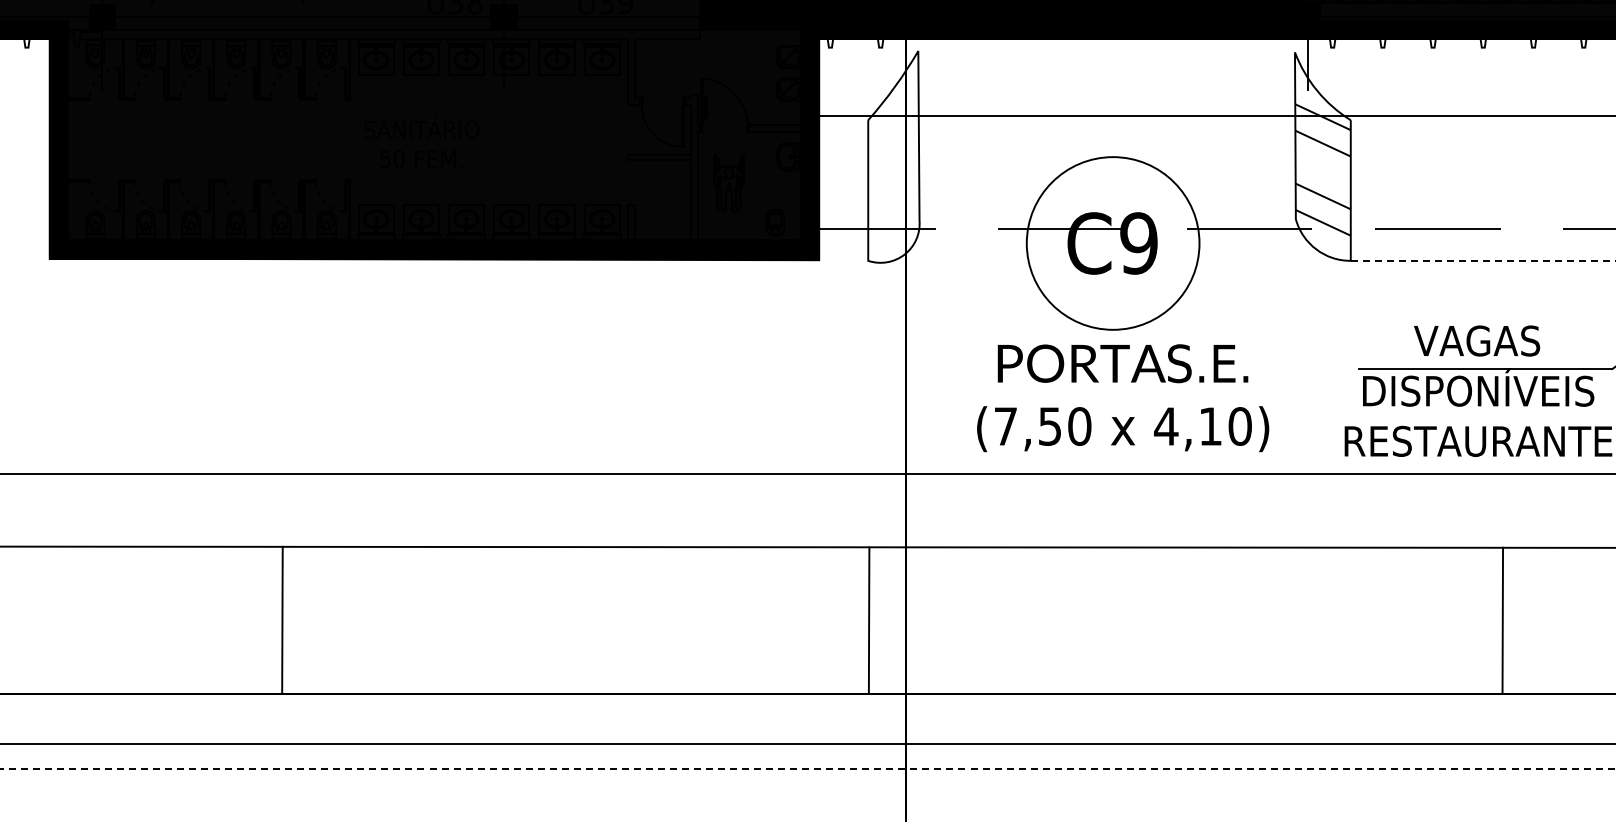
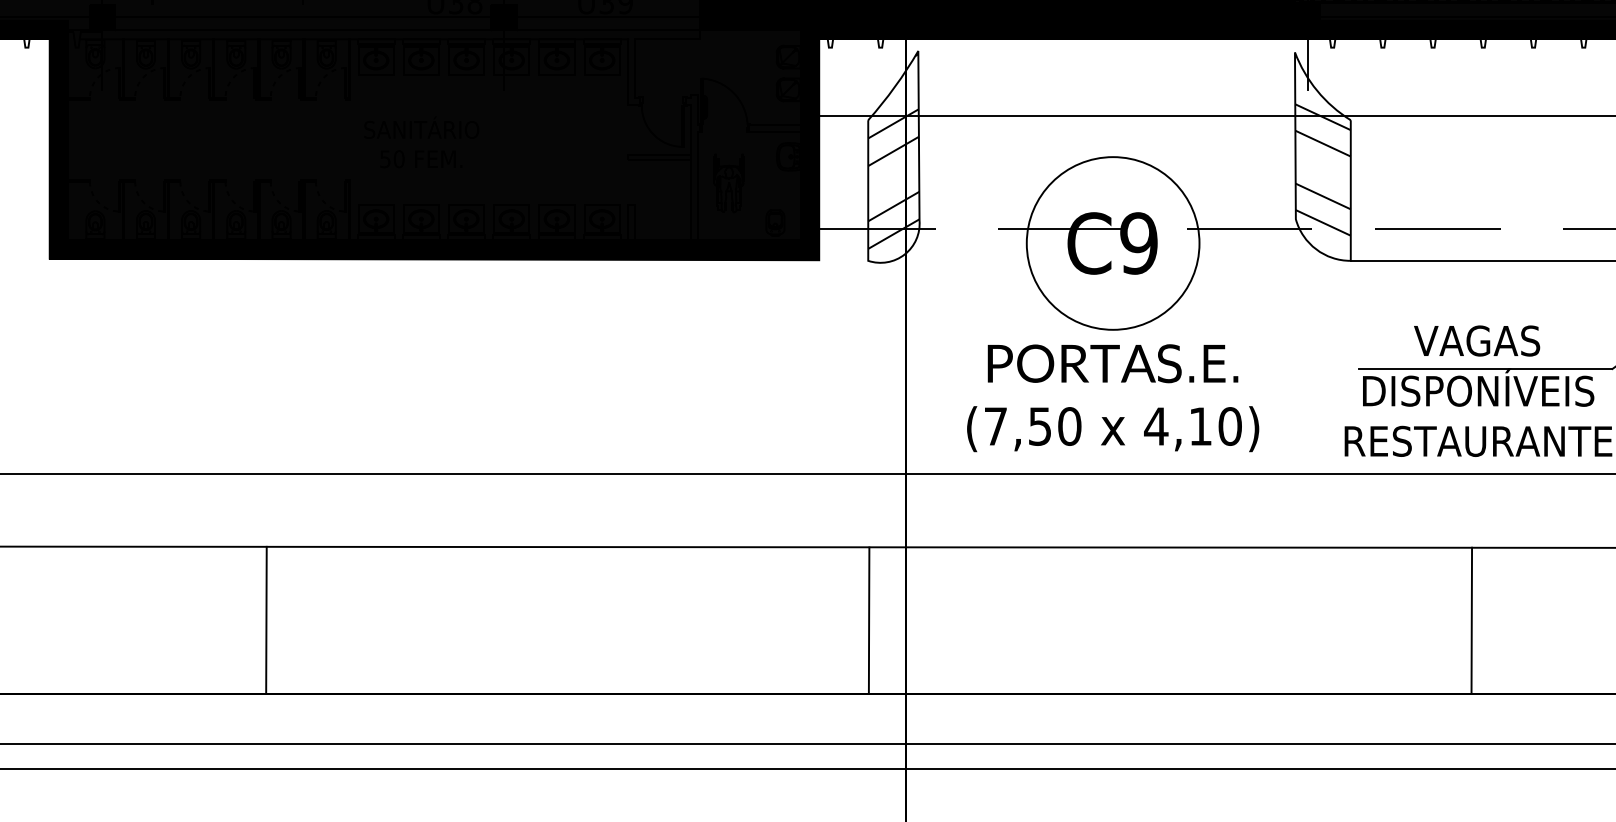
hatch at (893, 151): none -> present
line at (1483, 260): dashed -> solid
text at (1123, 398) position: (1123, 398) -> (1113, 398)
line at (282, 619) position: (282, 619) -> (266, 619)
line at (1502, 620) position: (1502, 620) -> (1471, 620)
line at (807, 768): dashed -> solid
